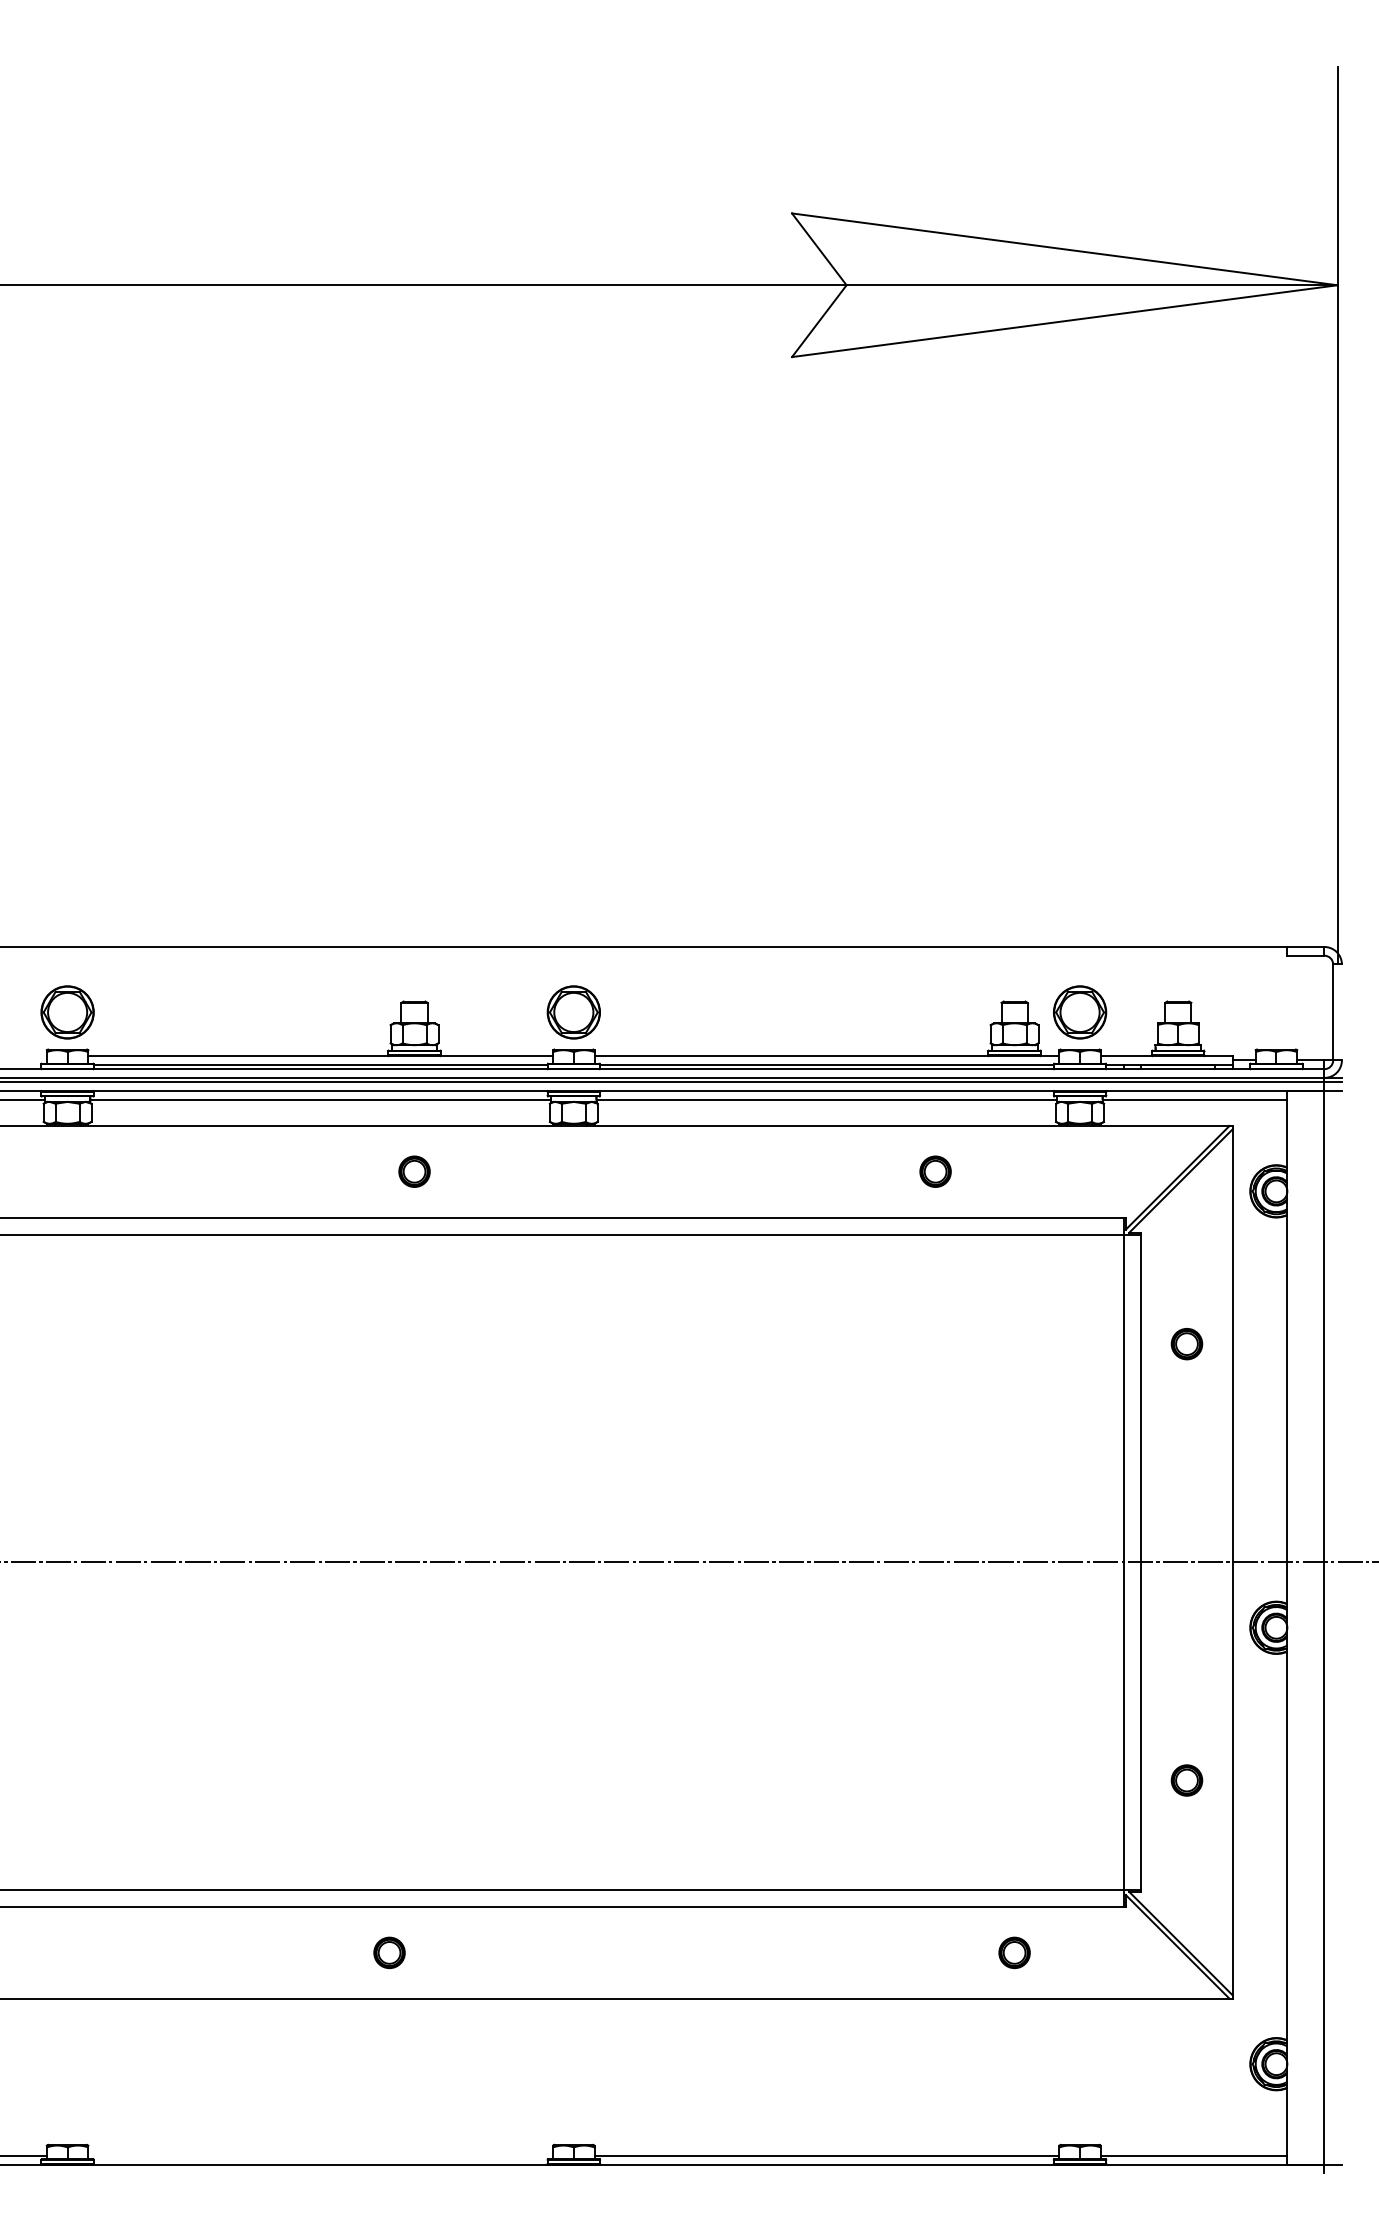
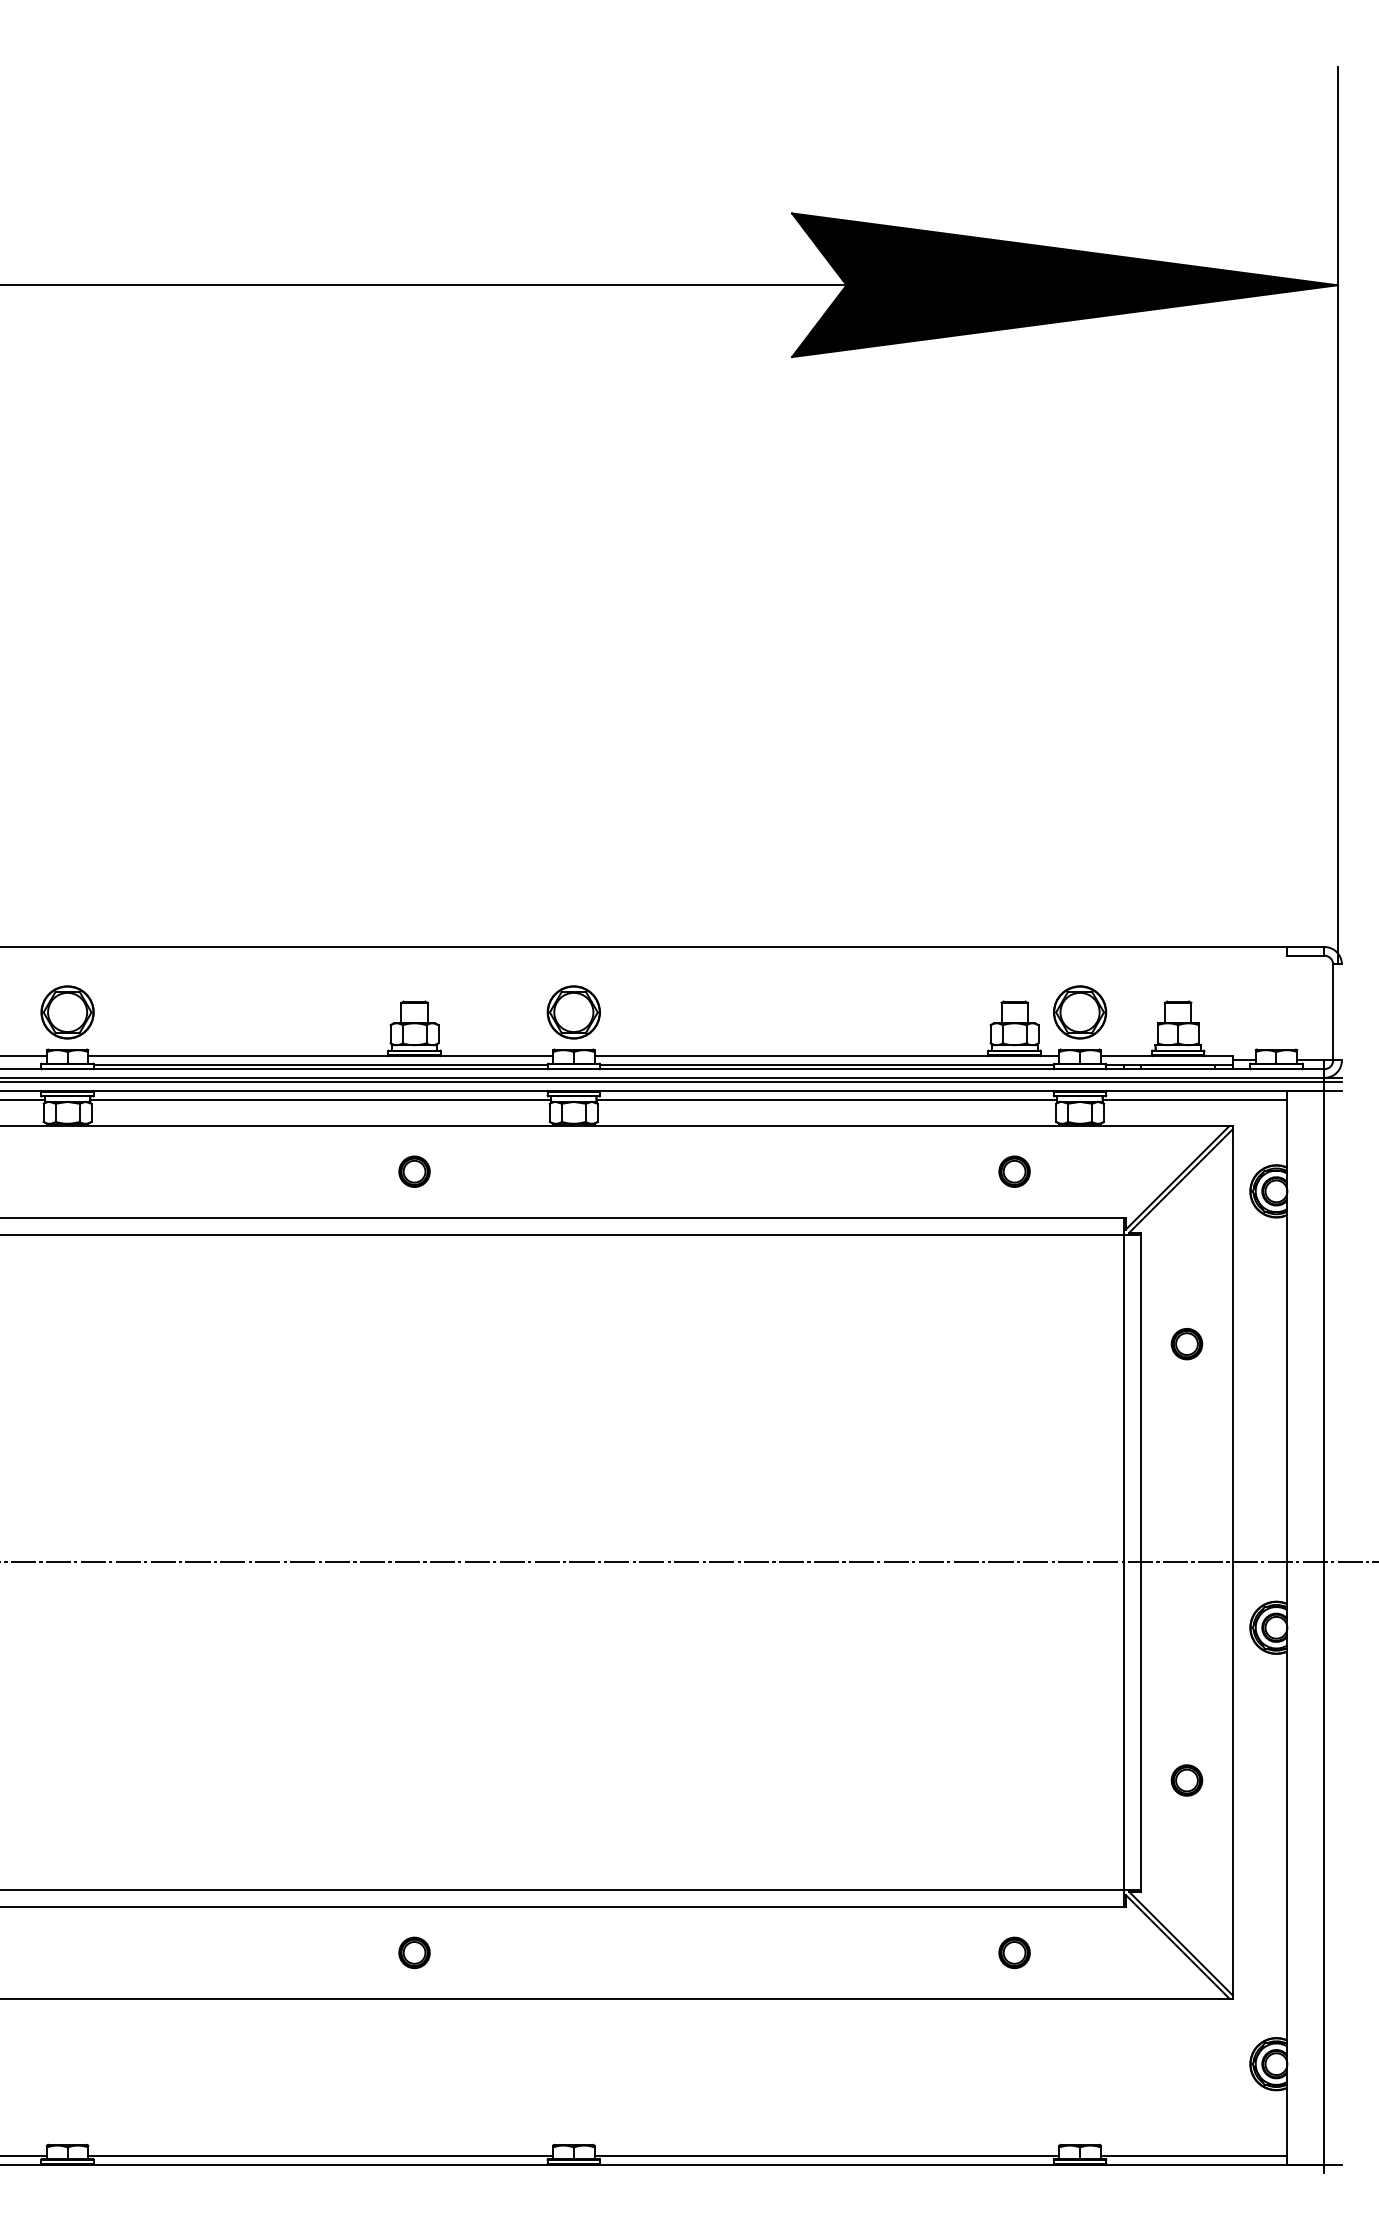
fill at (1064, 285): none -> present
line at (24, 1056): none -> present
part at (935, 1171) position: (935, 1171) -> (1014, 1171)
part at (389, 1952) position: (389, 1952) -> (414, 1952)
line at (320, 2155): none -> present
